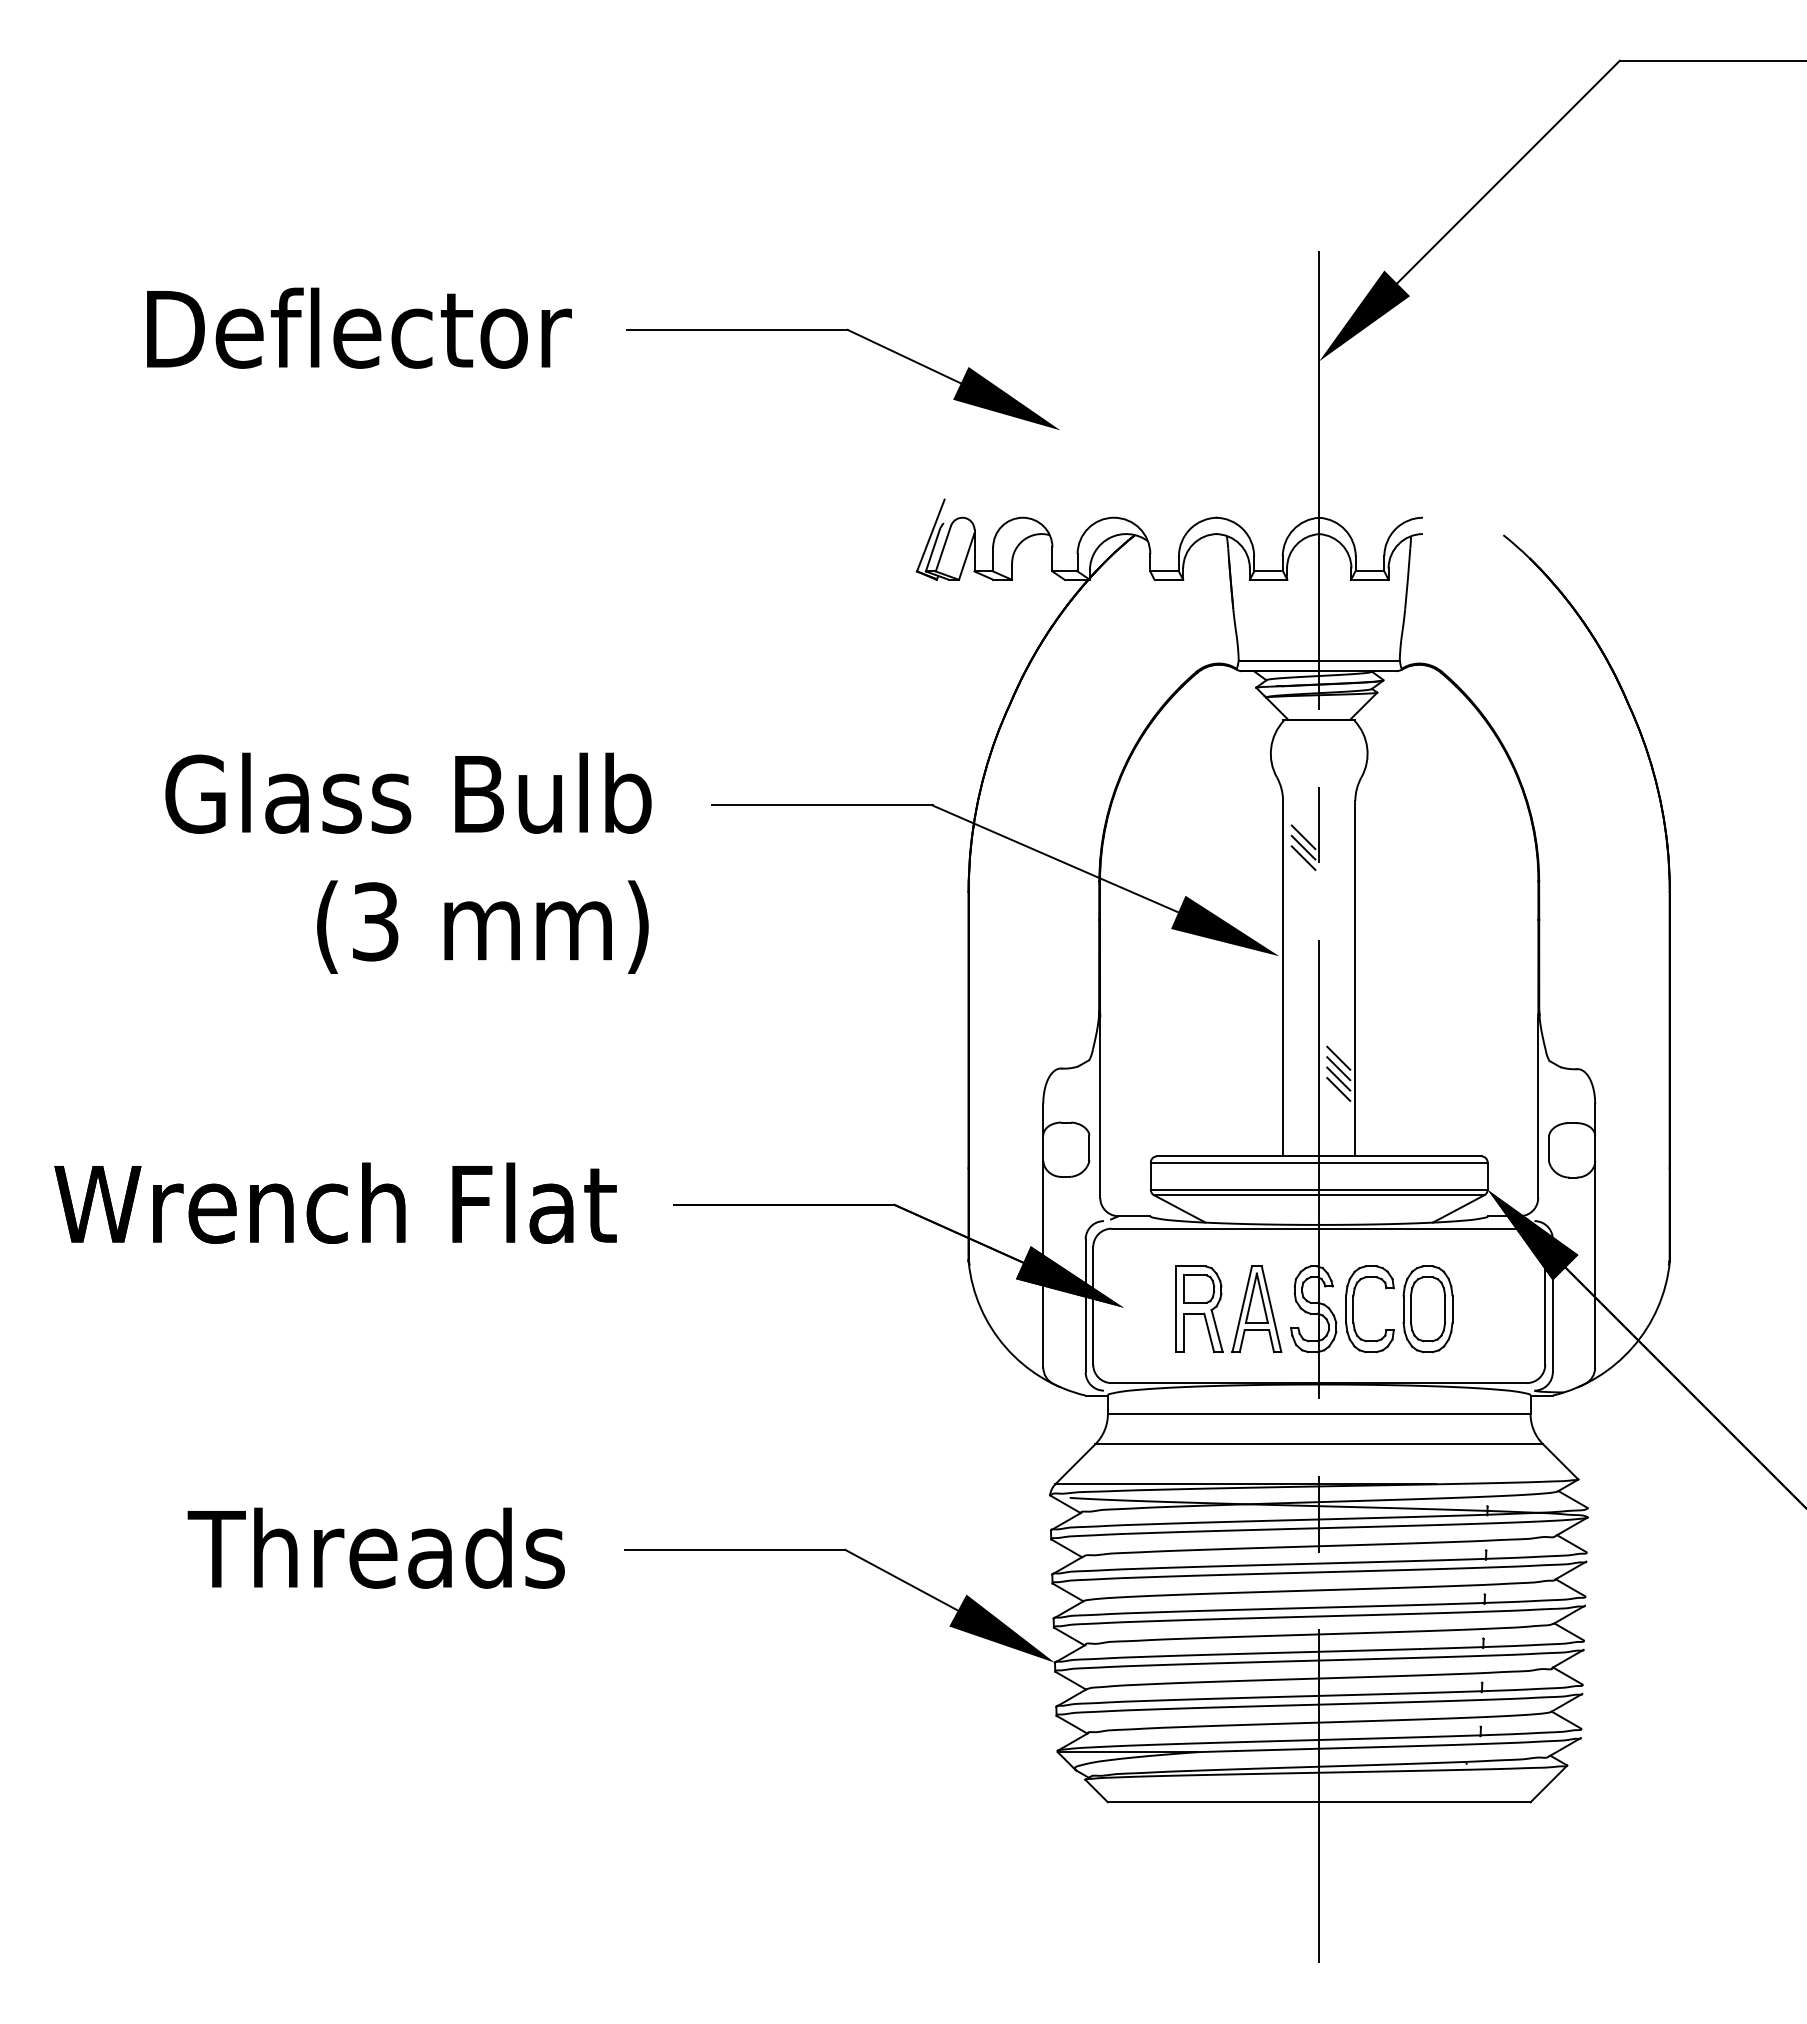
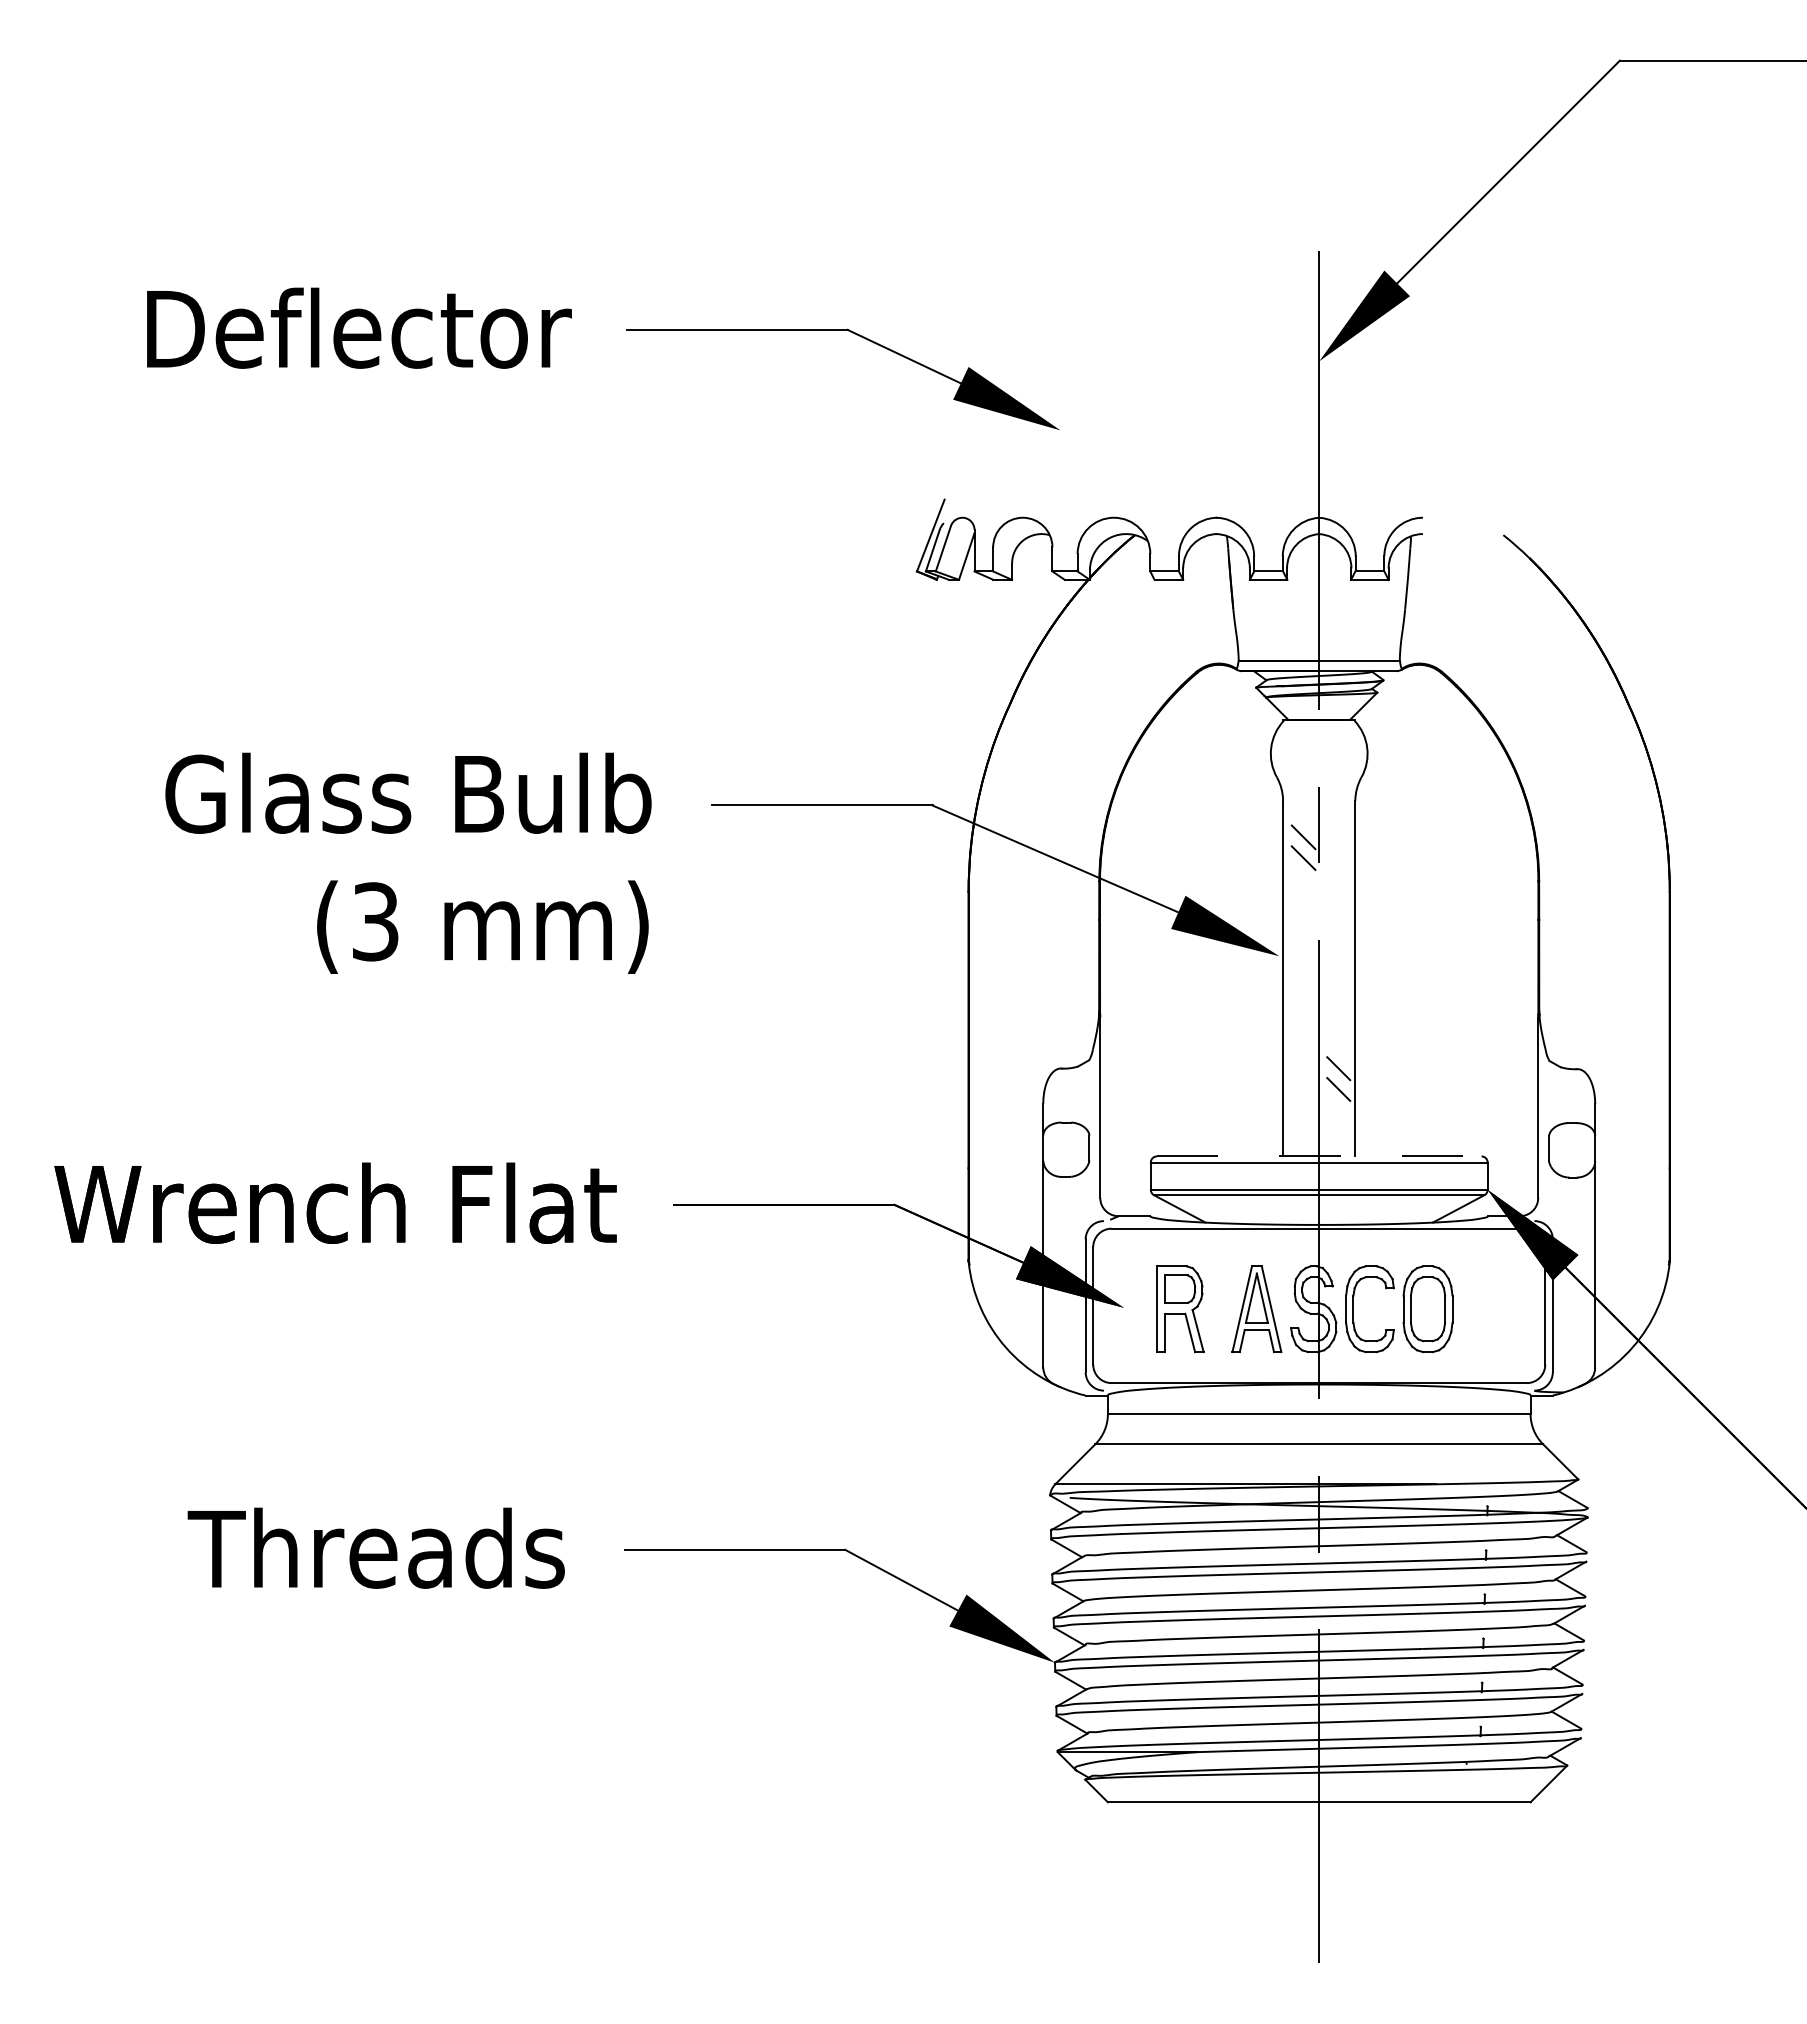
line at (1303, 847): present -> none
line at (1338, 1057): present -> none
line at (1338, 1078): present -> none
line at (1319, 1156): solid -> dashed
part at (1199, 1309) position: (1199, 1309) -> (1180, 1309)
